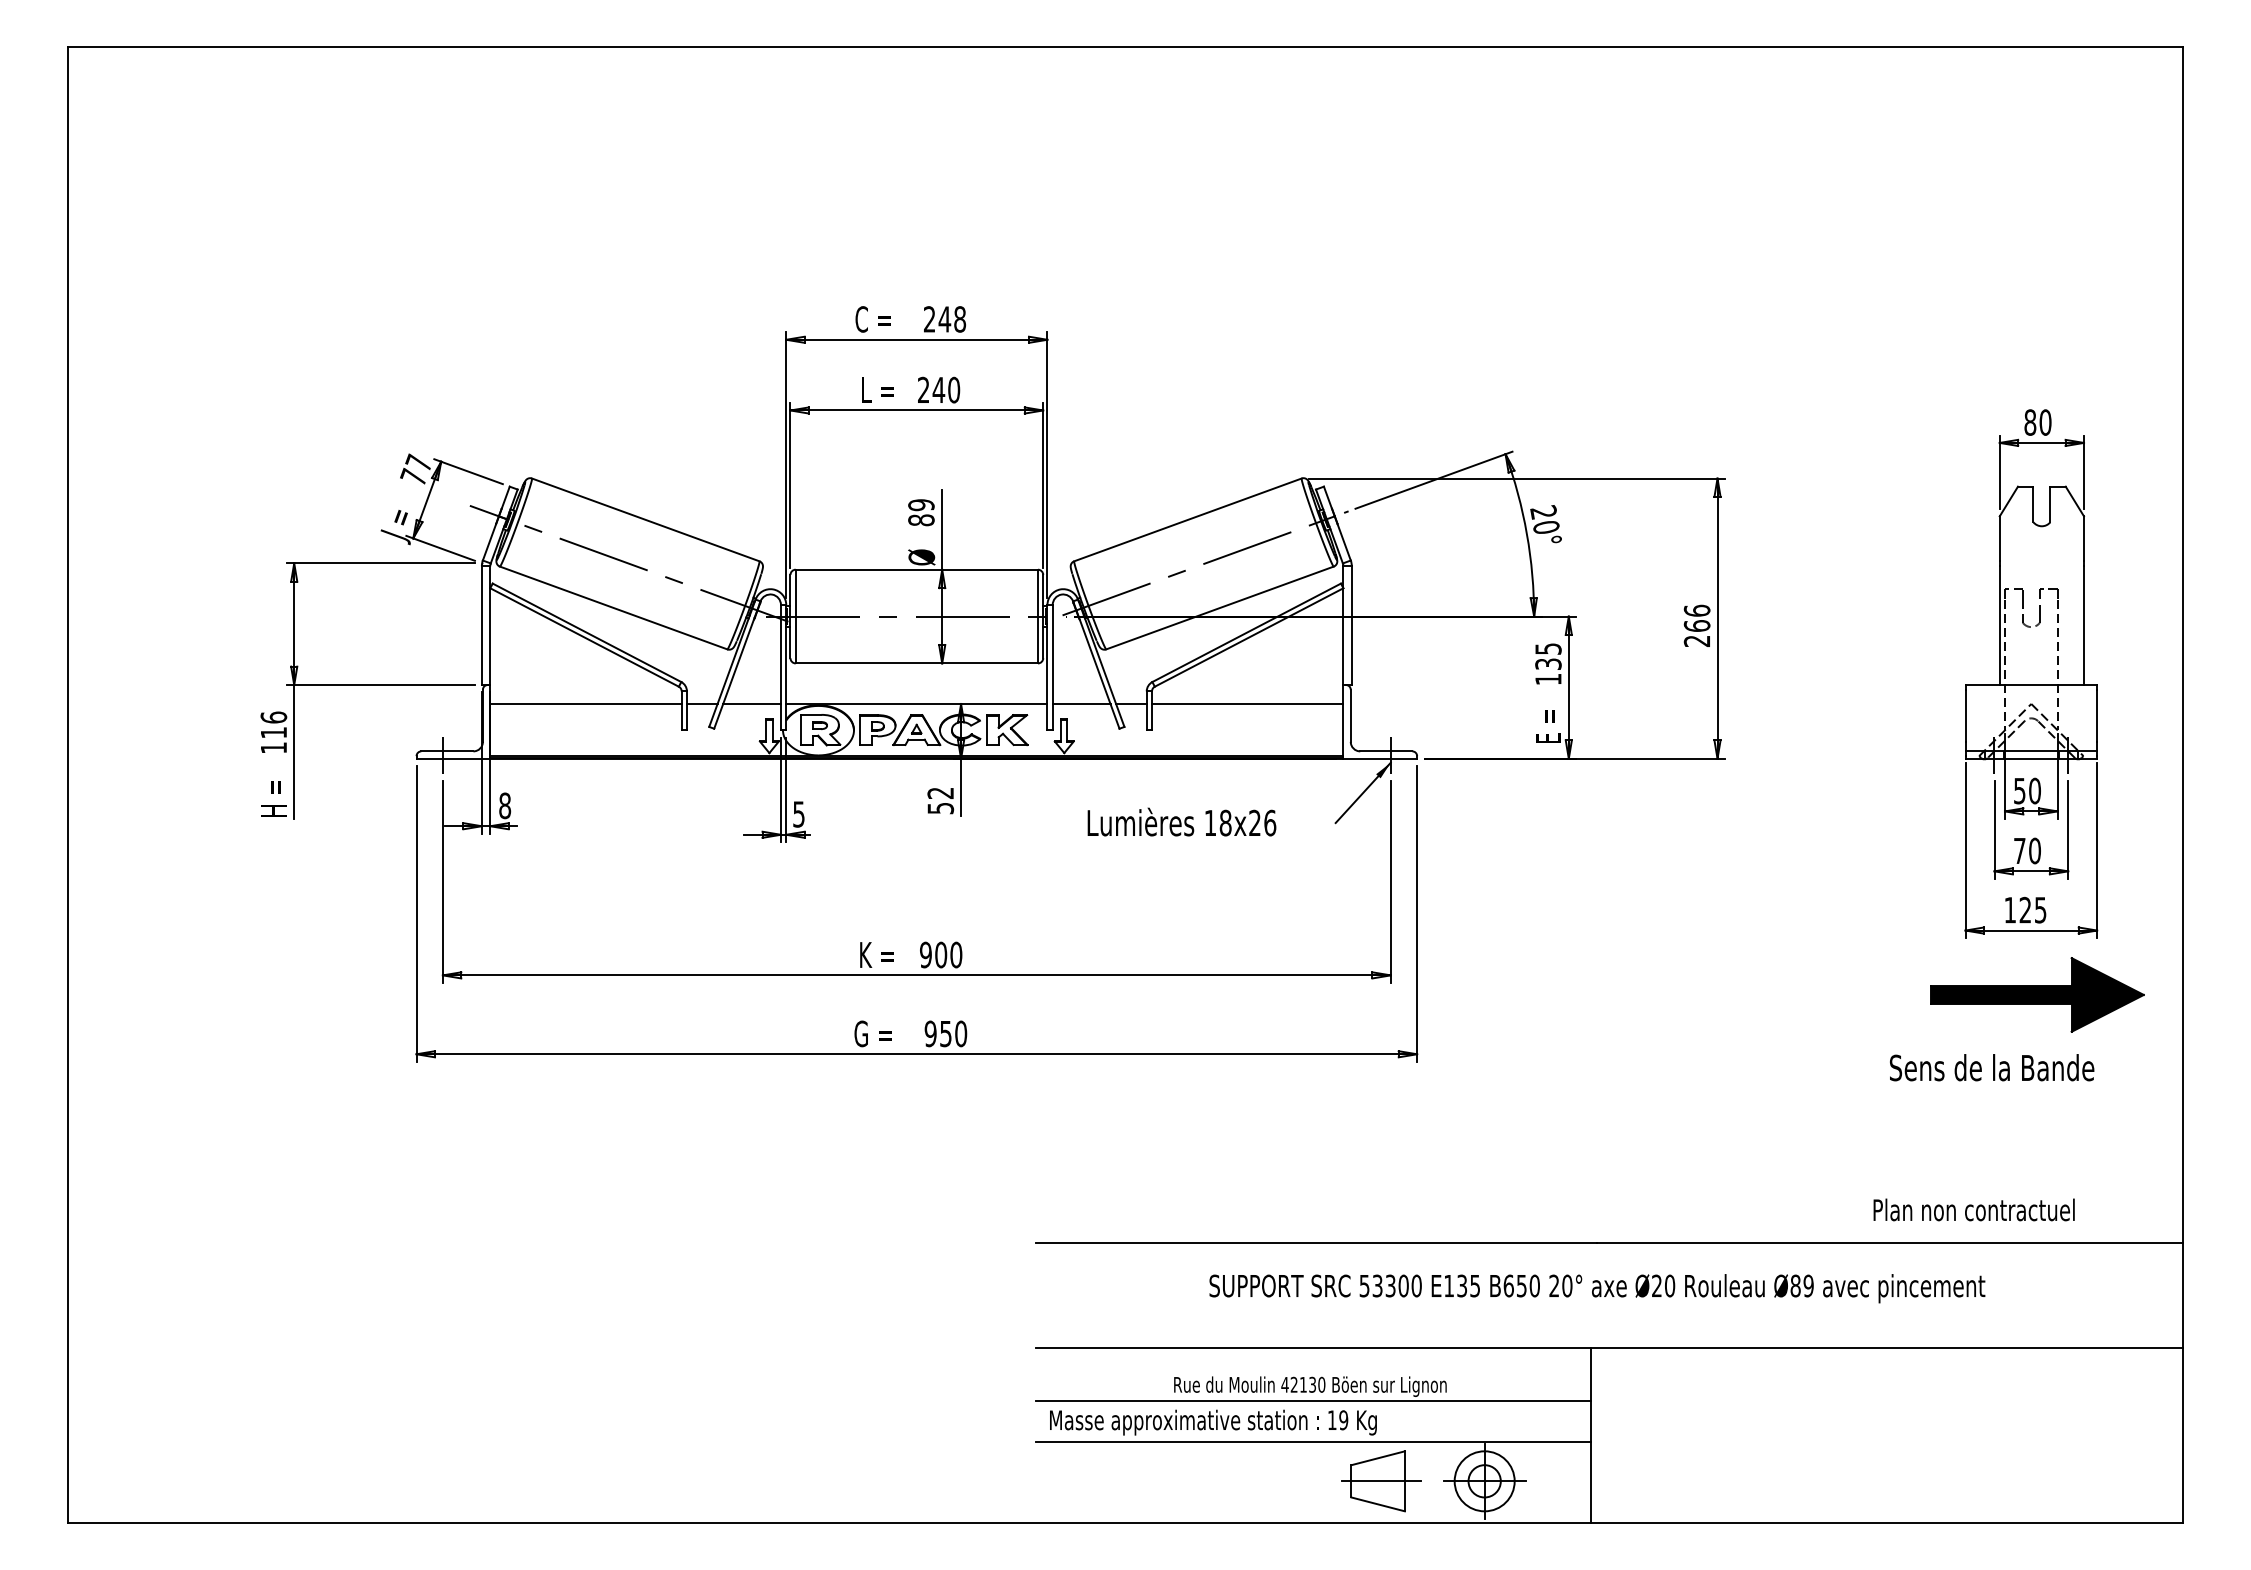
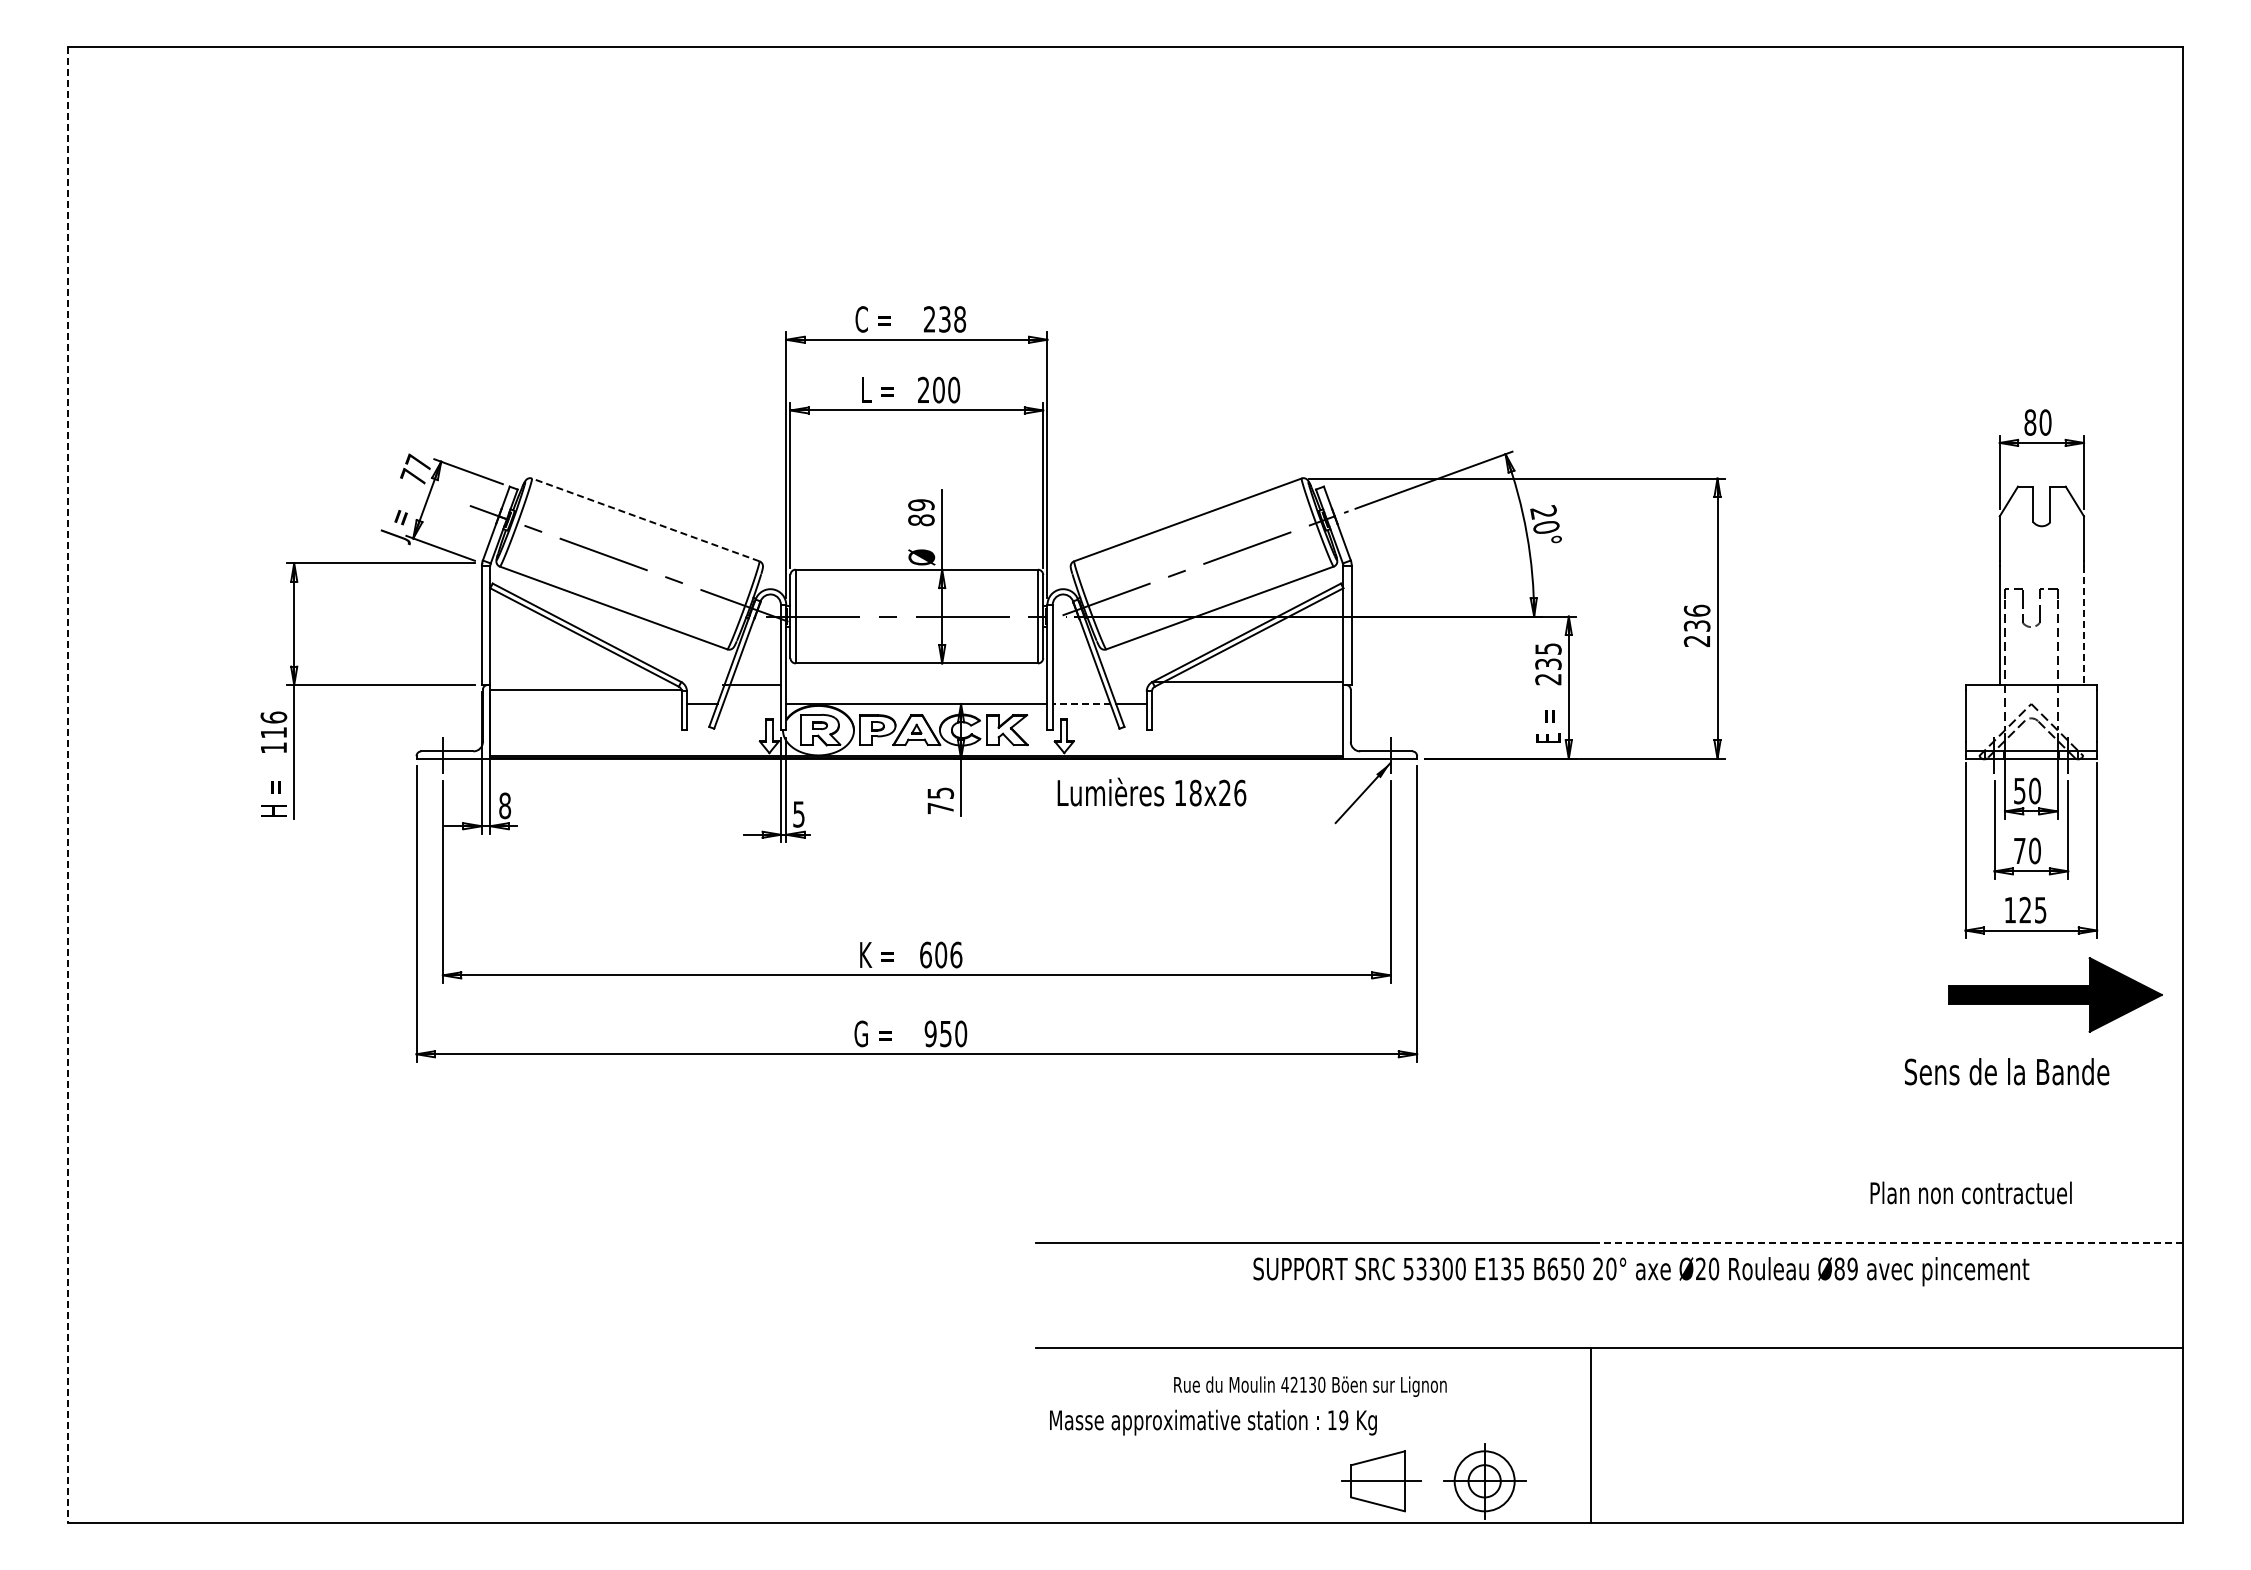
text at (944, 319): 248 -> 238
text at (938, 389): 240 -> 200
line at (645, 519): solid -> dashed
text at (1696, 625): 266 -> 236
line at (2084, 626): solid -> dashed
text at (1548, 679): 135 -> 235
line at (585, 703) position: (585, 703) -> (585, 689)
line at (751, 703) position: (751, 703) -> (751, 684)
line at (1081, 703): solid -> dashed
line at (1247, 703) position: (1247, 703) -> (1247, 681)
line at (67, 785): solid -> dashed
text at (940, 800): 52 -> 75
text at (1181, 821) position: (1181, 821) -> (1151, 791)
text at (941, 954): 900 -> 606
part at (2037, 994) position: (2037, 994) -> (2055, 994)
text at (1992, 1067) position: (1992, 1067) -> (2007, 1071)
text at (1973, 1209) position: (1973, 1209) -> (1970, 1192)
line at (1889, 1242): solid -> dashed
text at (1597, 1288) position: (1597, 1288) -> (1641, 1271)
line at (1313, 1401): present -> none
line at (1313, 1441): present -> none
